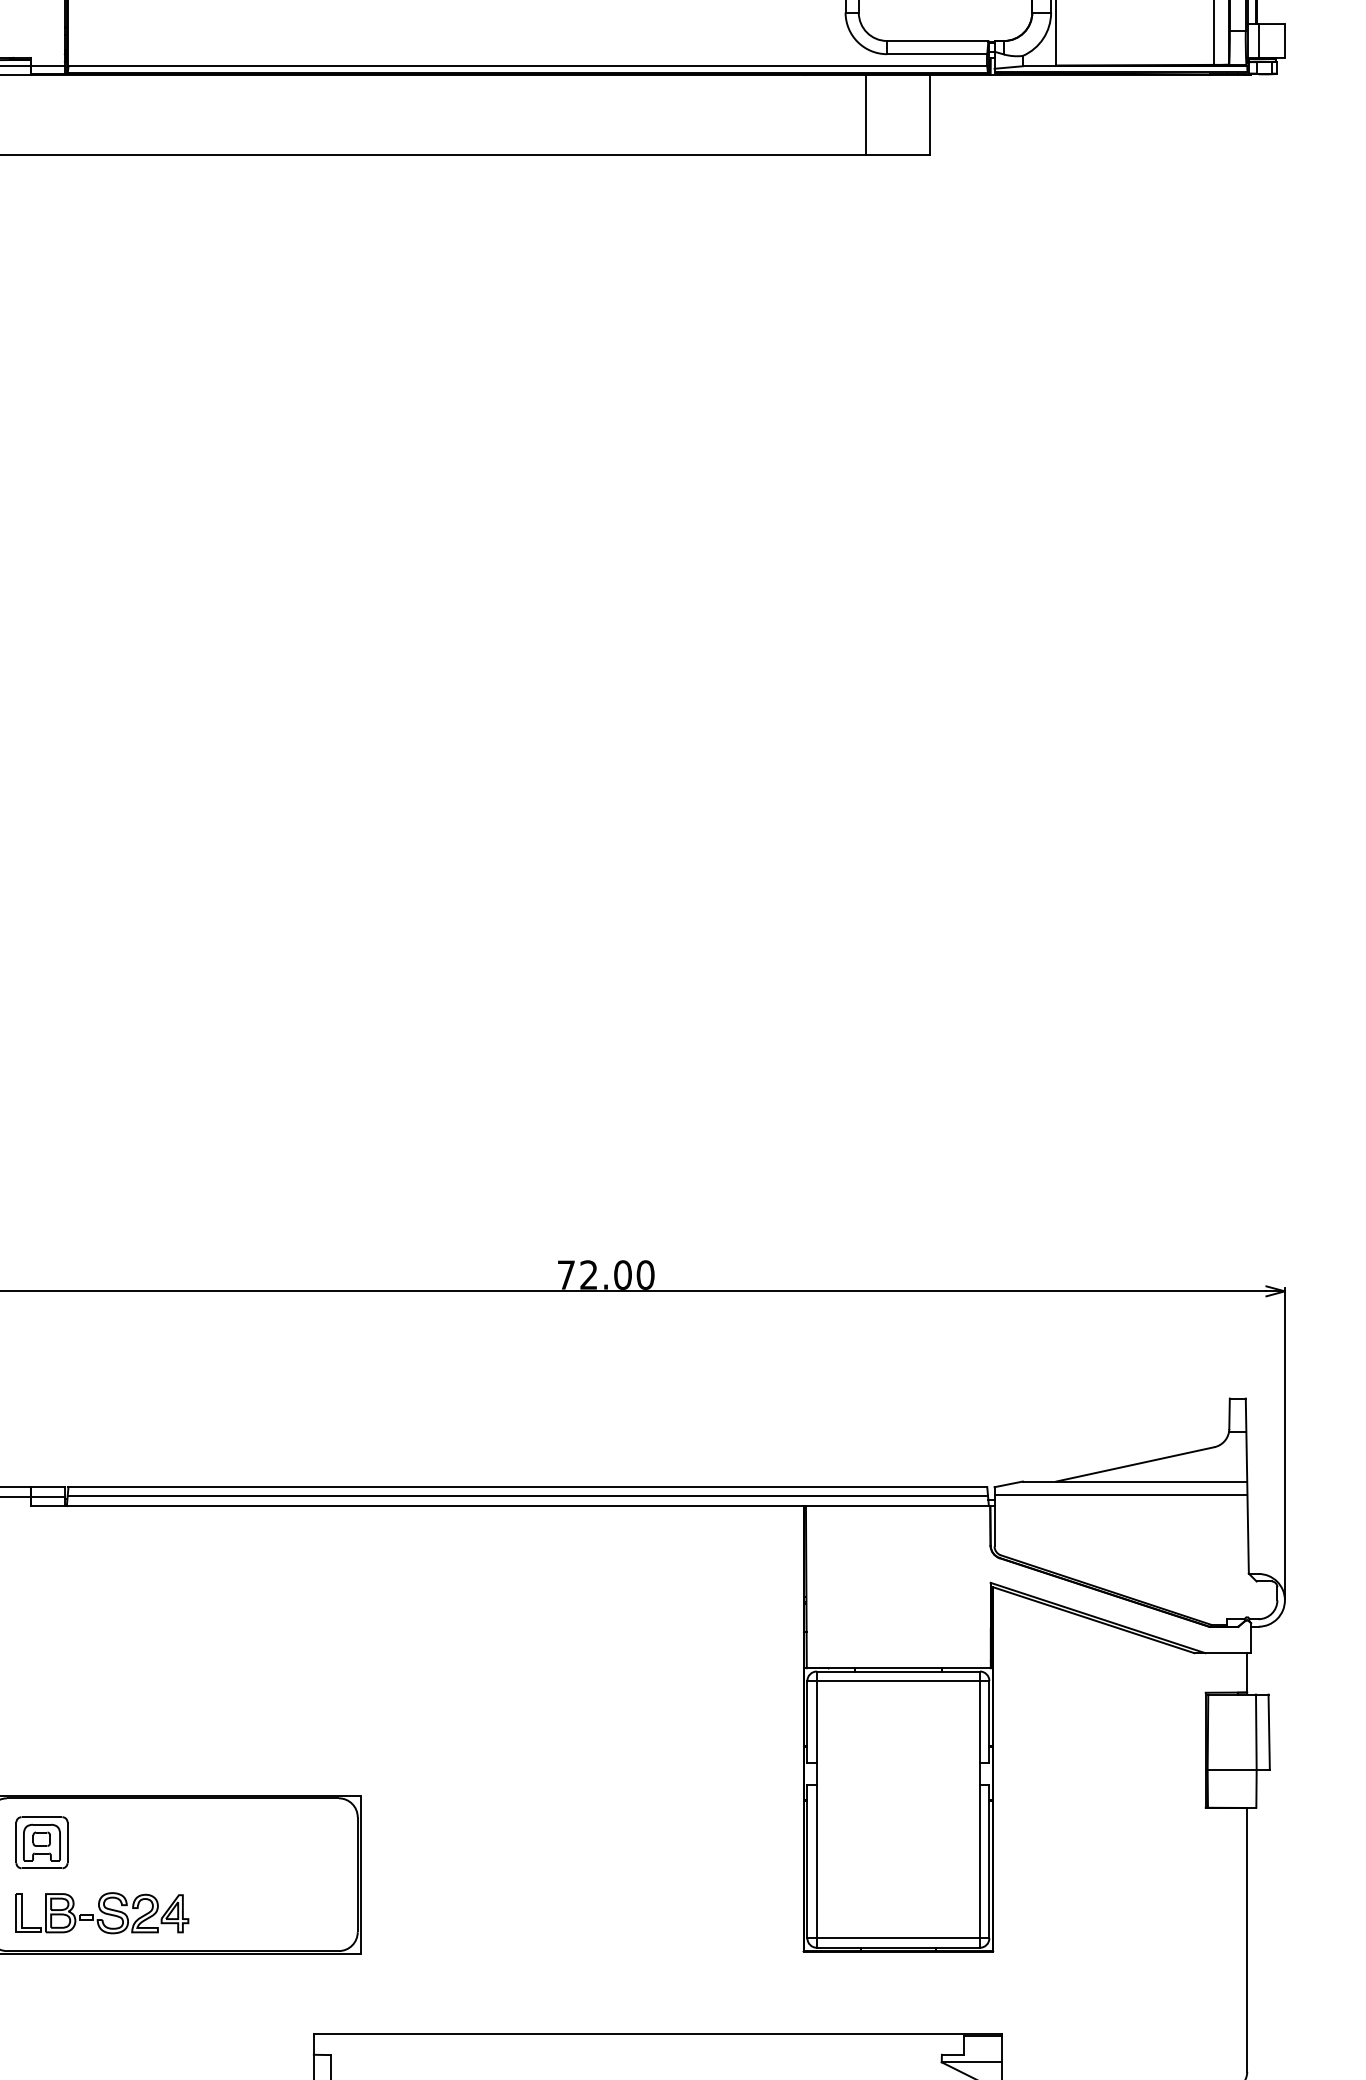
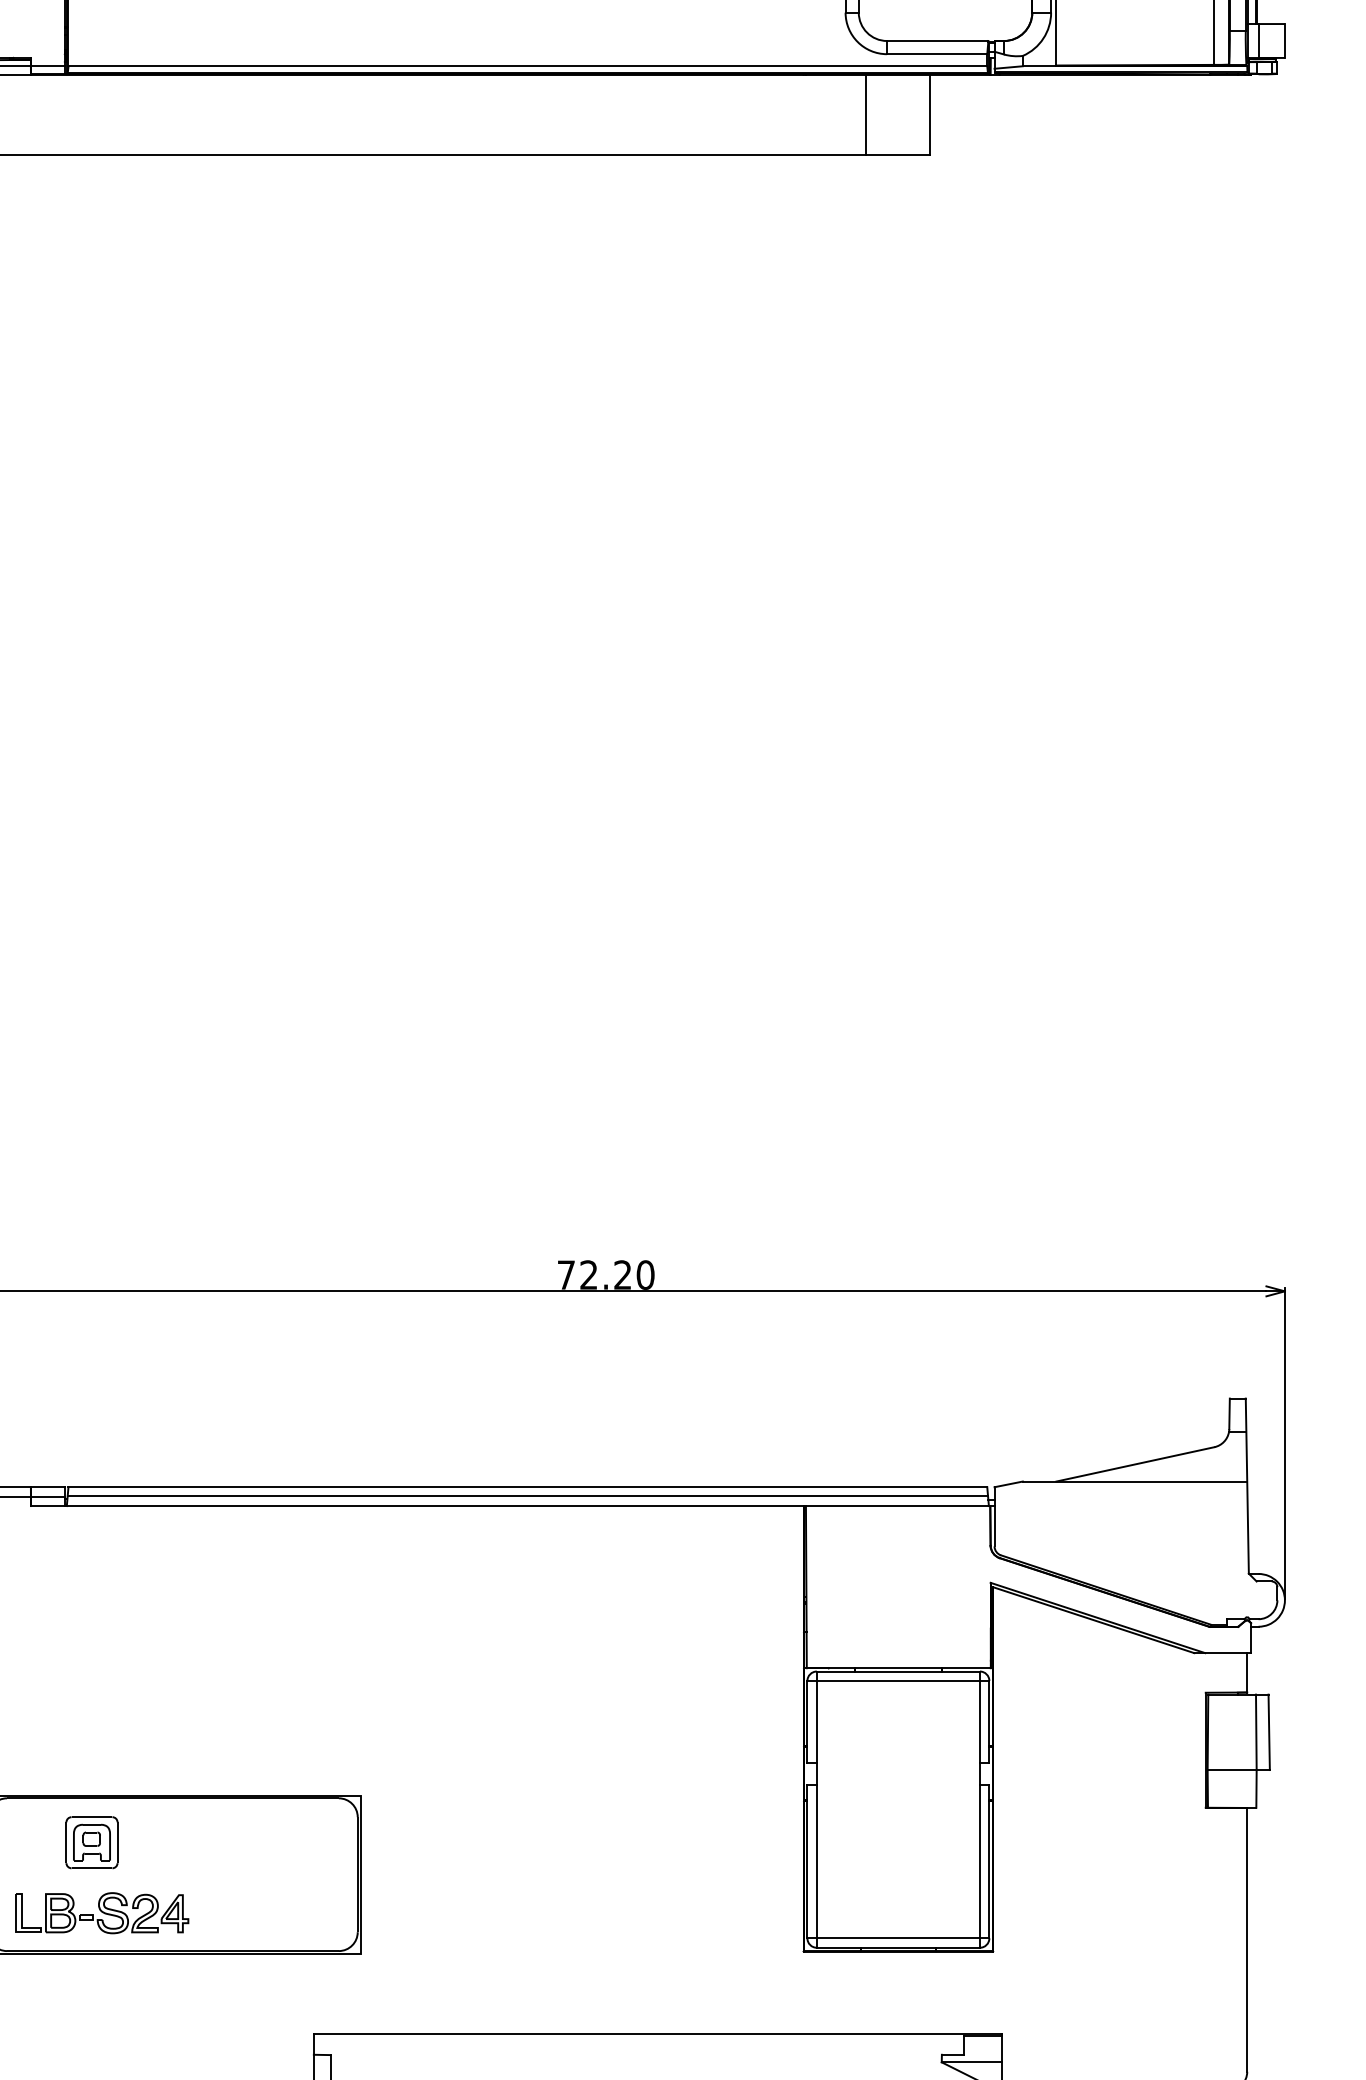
text at (622, 1274): 72.00 -> 72.20
line at (1120, 1494): present -> none
part at (41, 1842) position: (41, 1842) -> (91, 1842)
